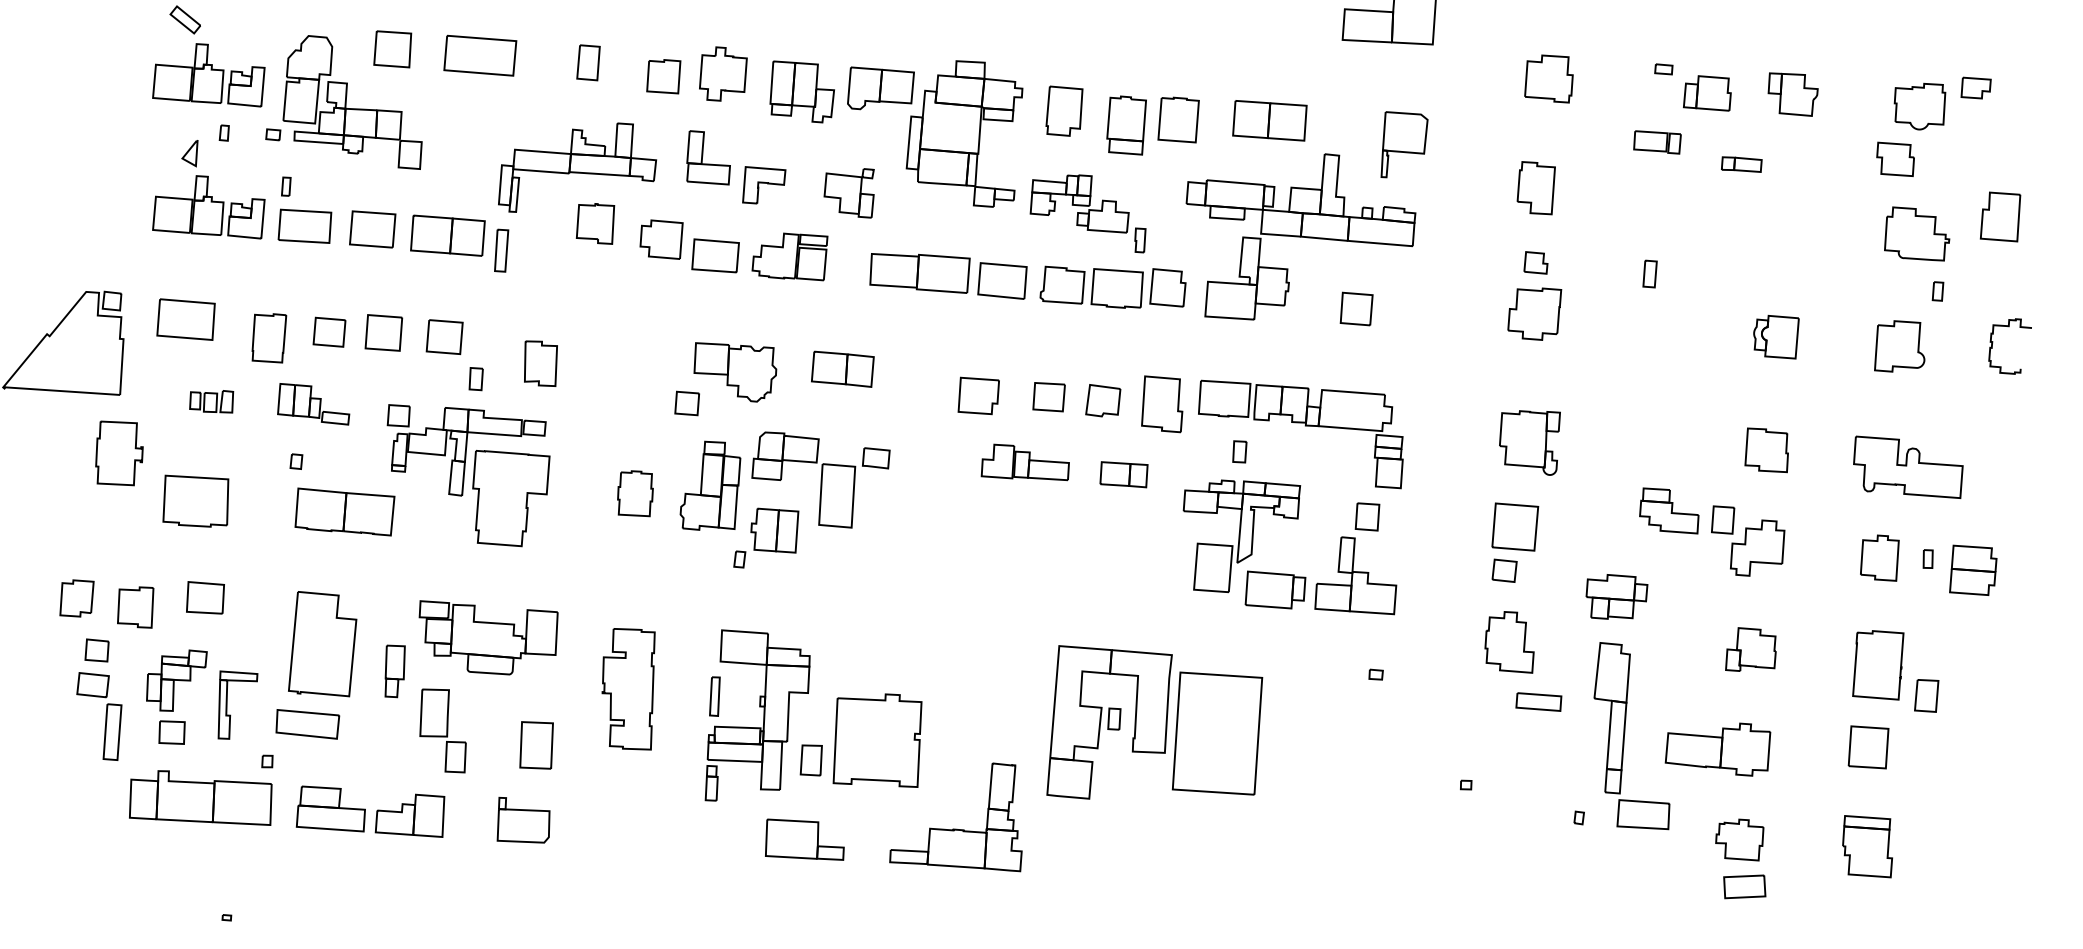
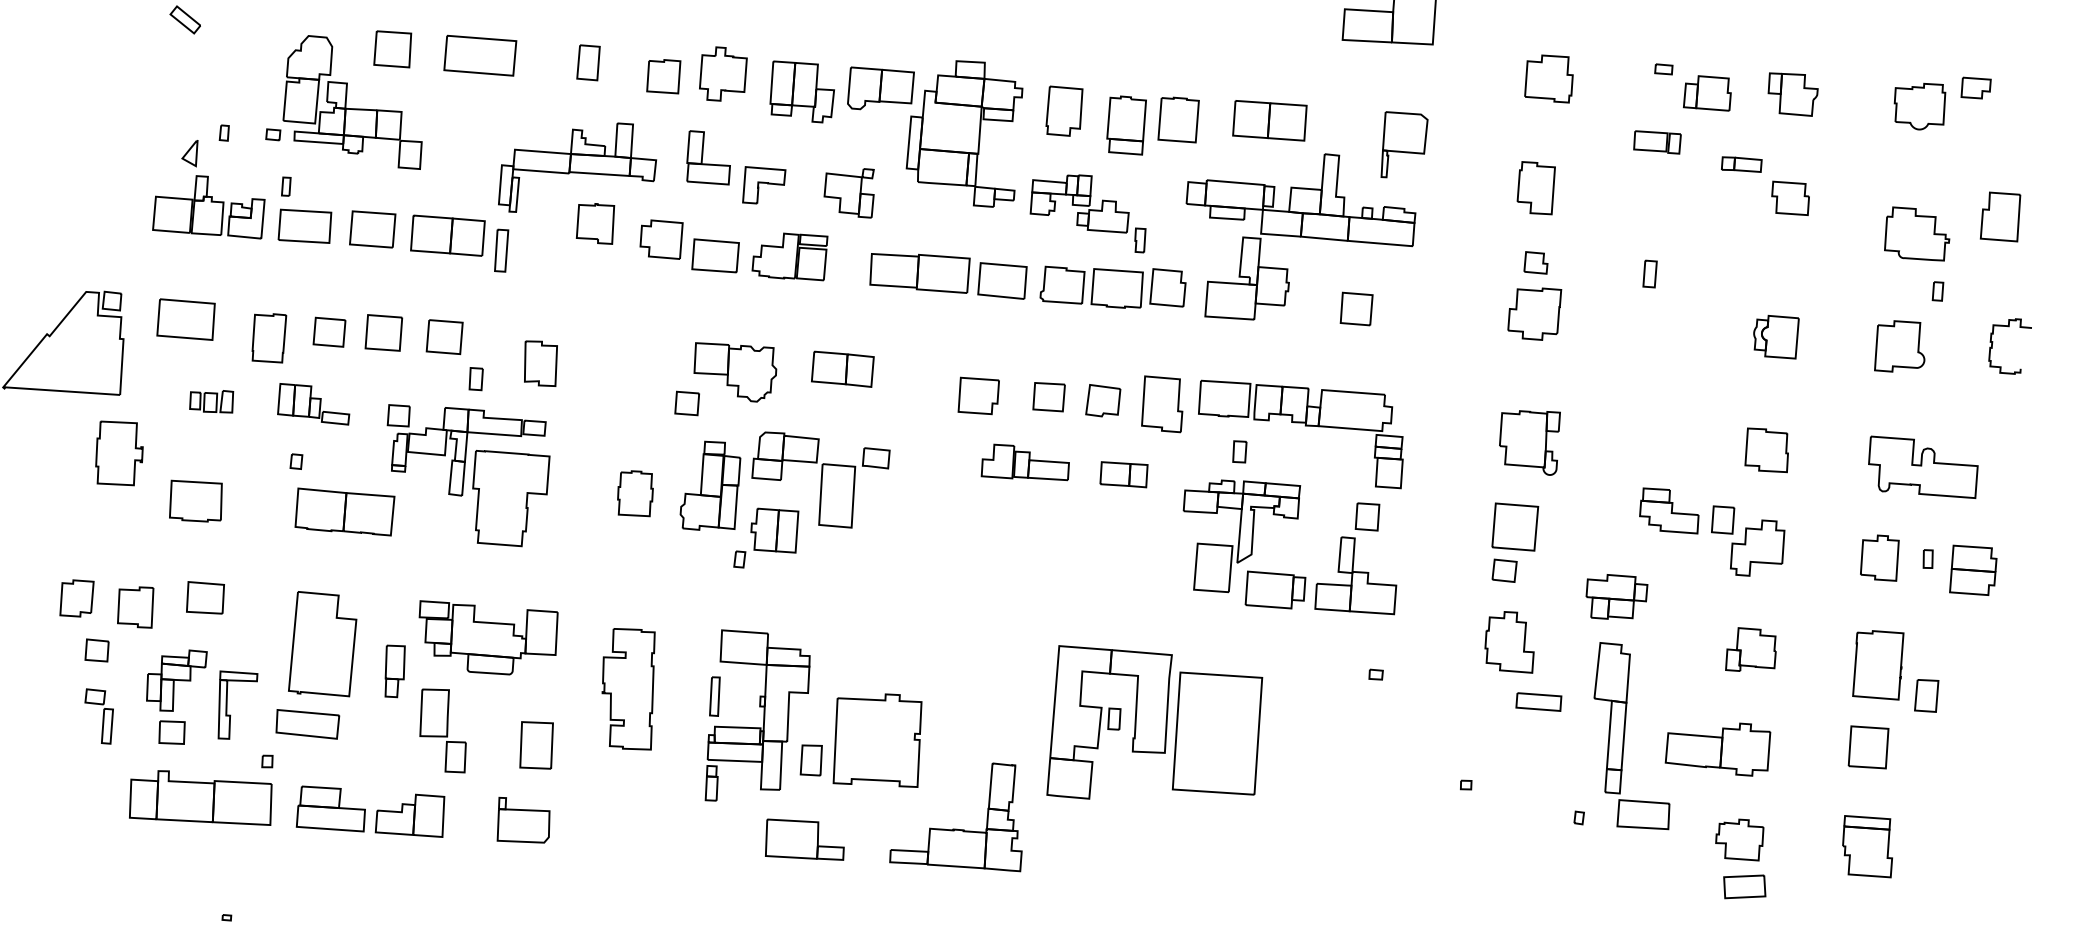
part at (208, 75): present -> none
part at (1895, 158) position: (1895, 158) -> (1790, 197)
part at (1908, 466) position: (1908, 466) -> (1923, 466)
part at (195, 500) size: 68x54 px -> 54x44 px
part at (99, 716) size: 47x89 px -> 30x57 px
